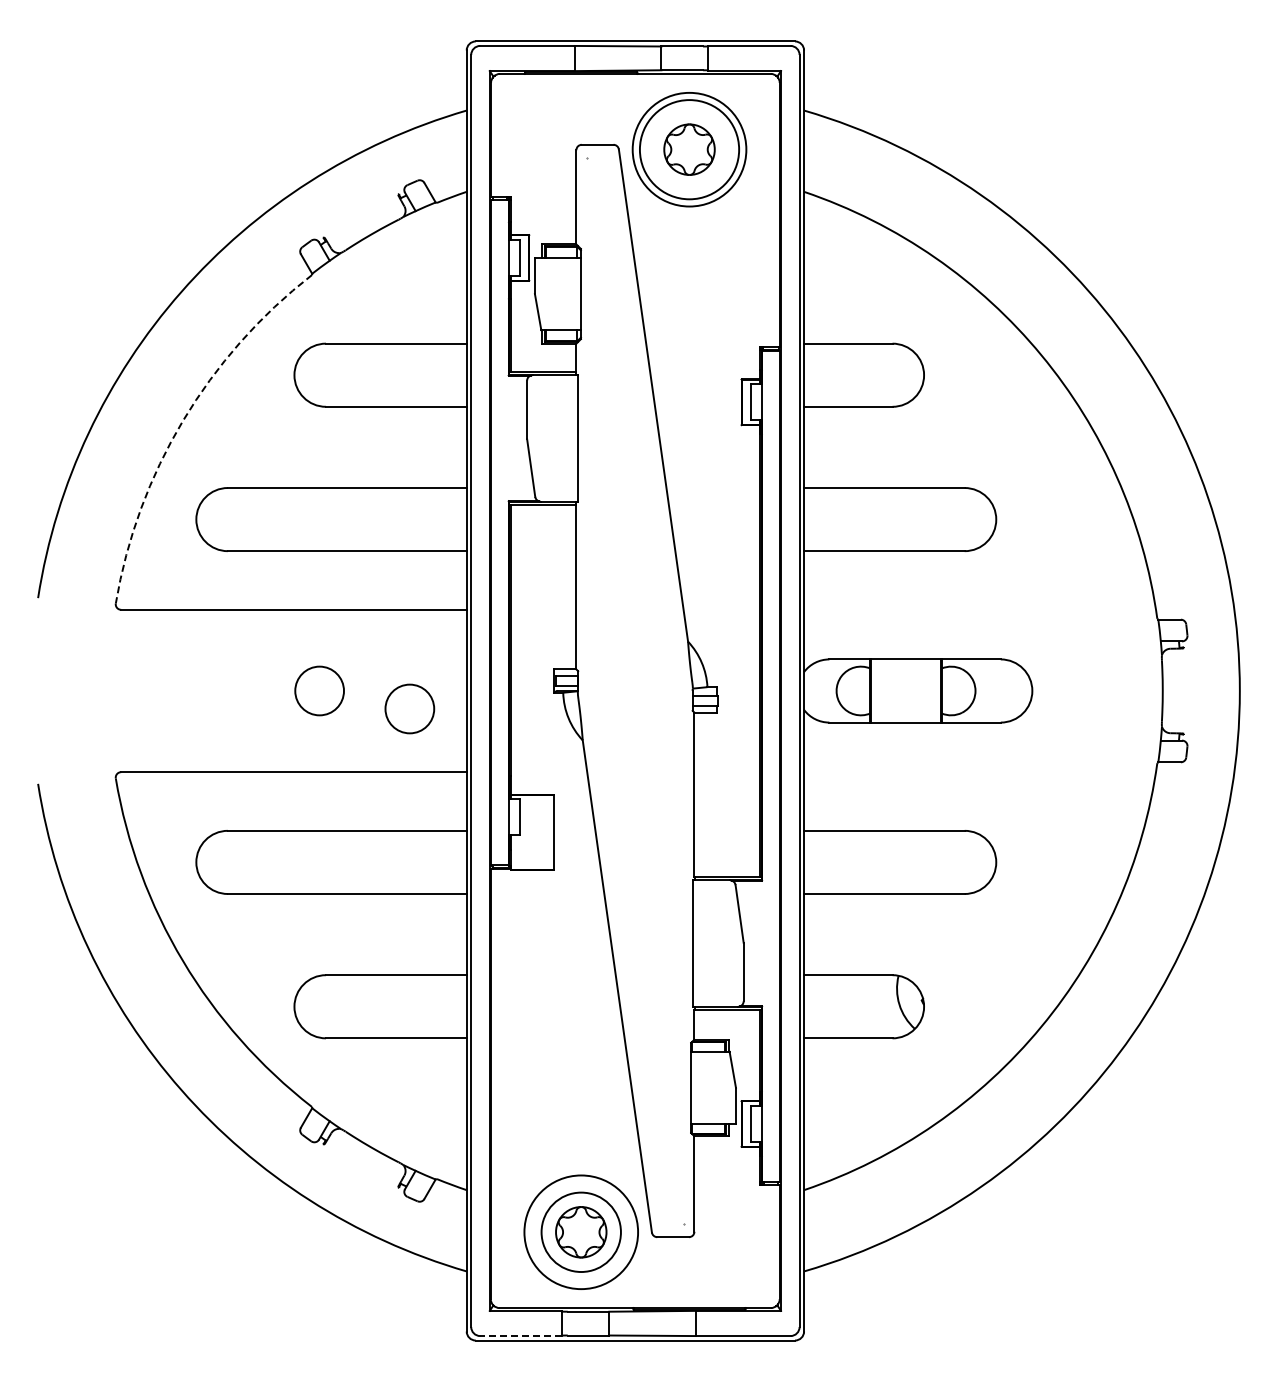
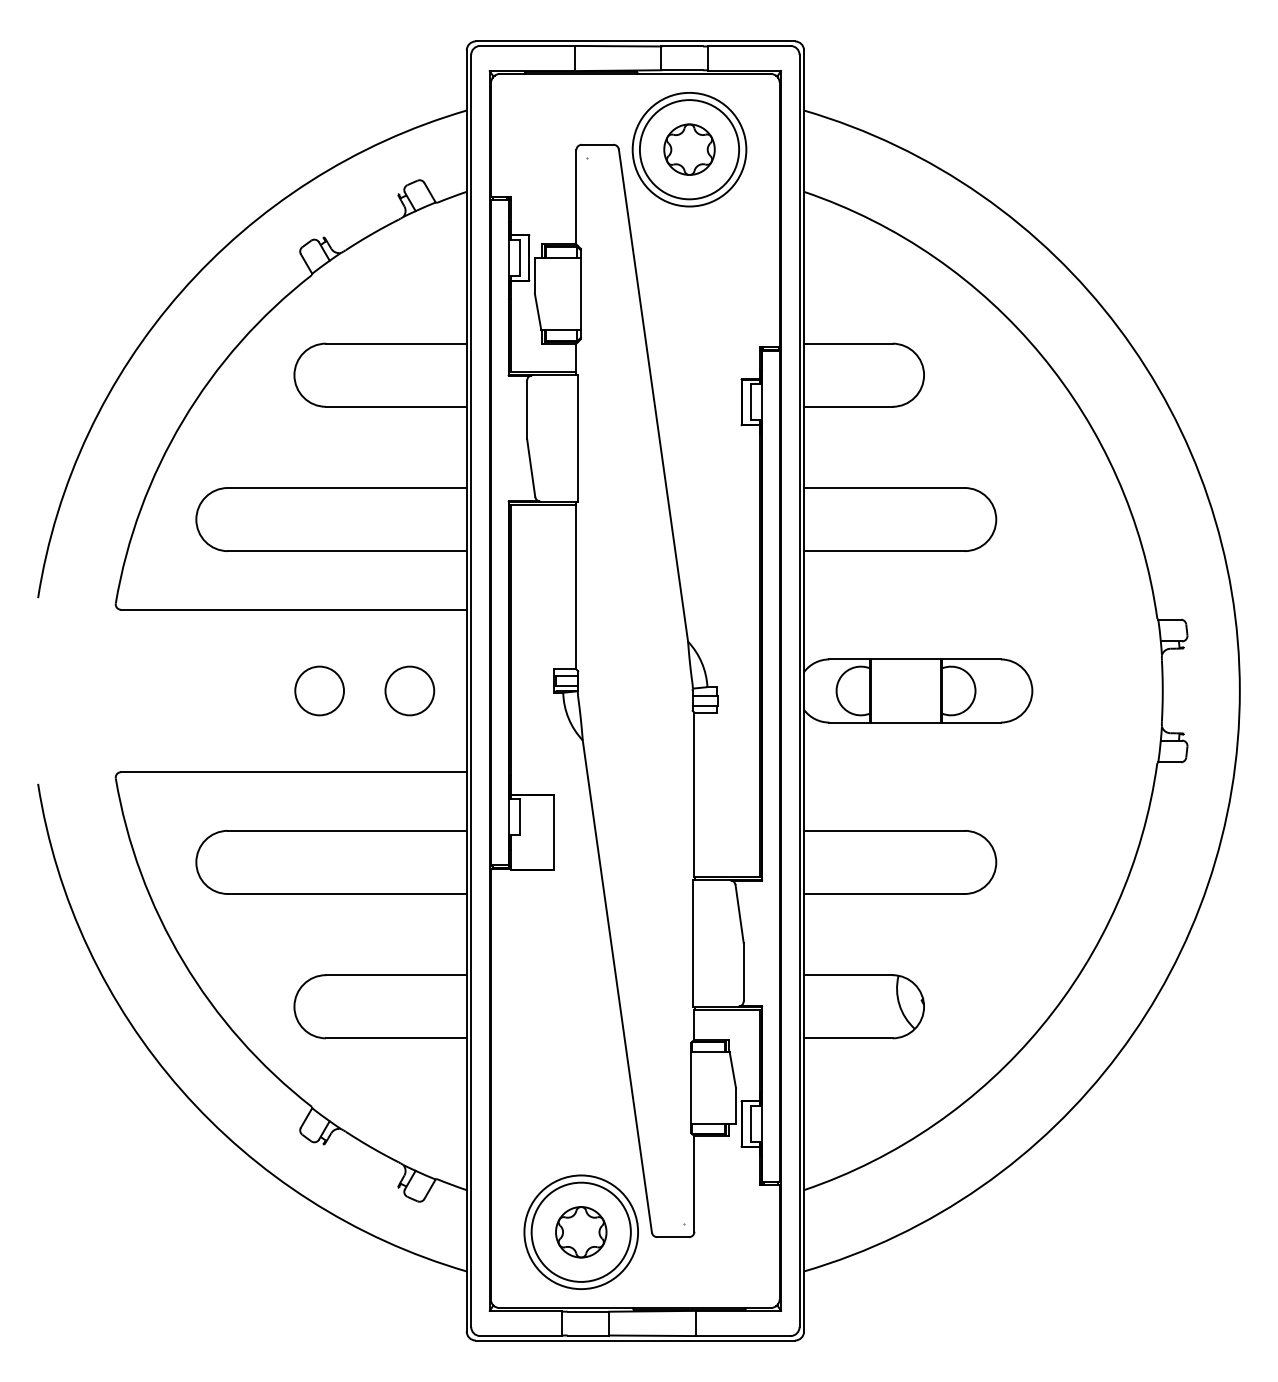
arc at (183, 420): dashed -> solid
circle at (409, 708) position: (409, 708) -> (409, 690)
circle at (580, 1232) diameter: 79 px -> 99 px
line at (520, 1336): dashed -> solid
